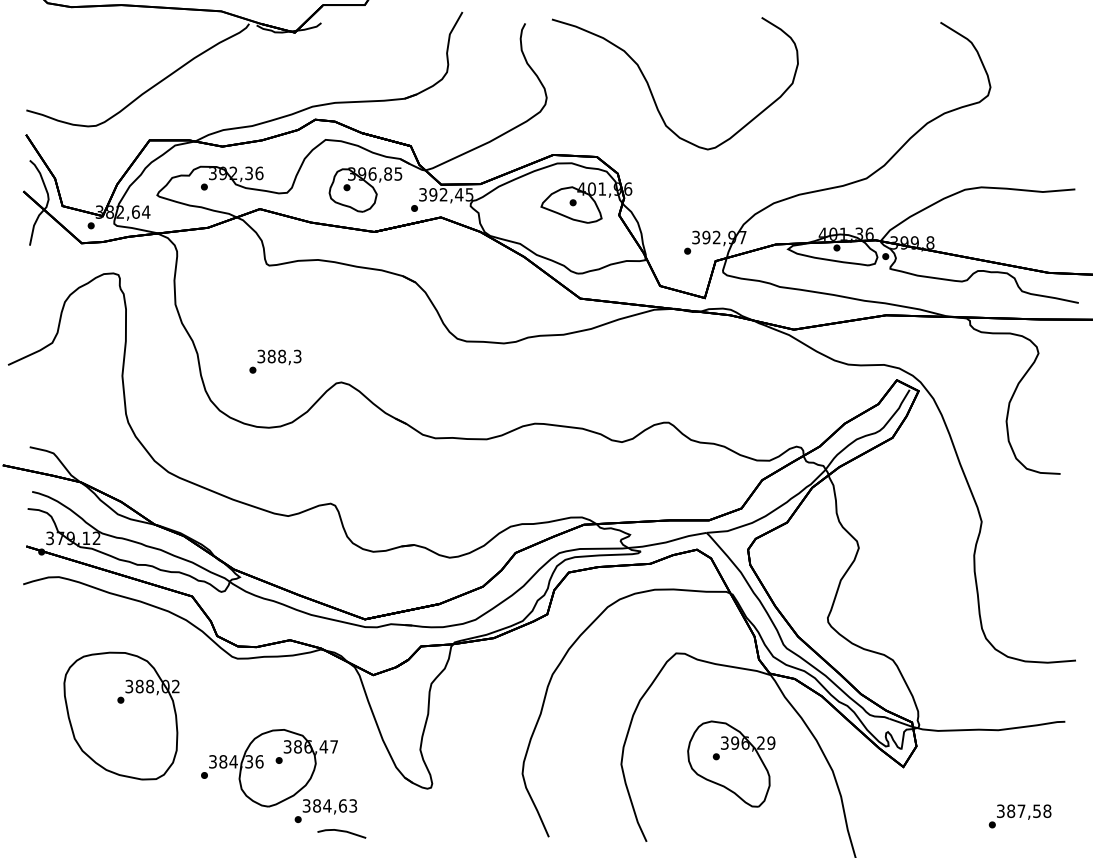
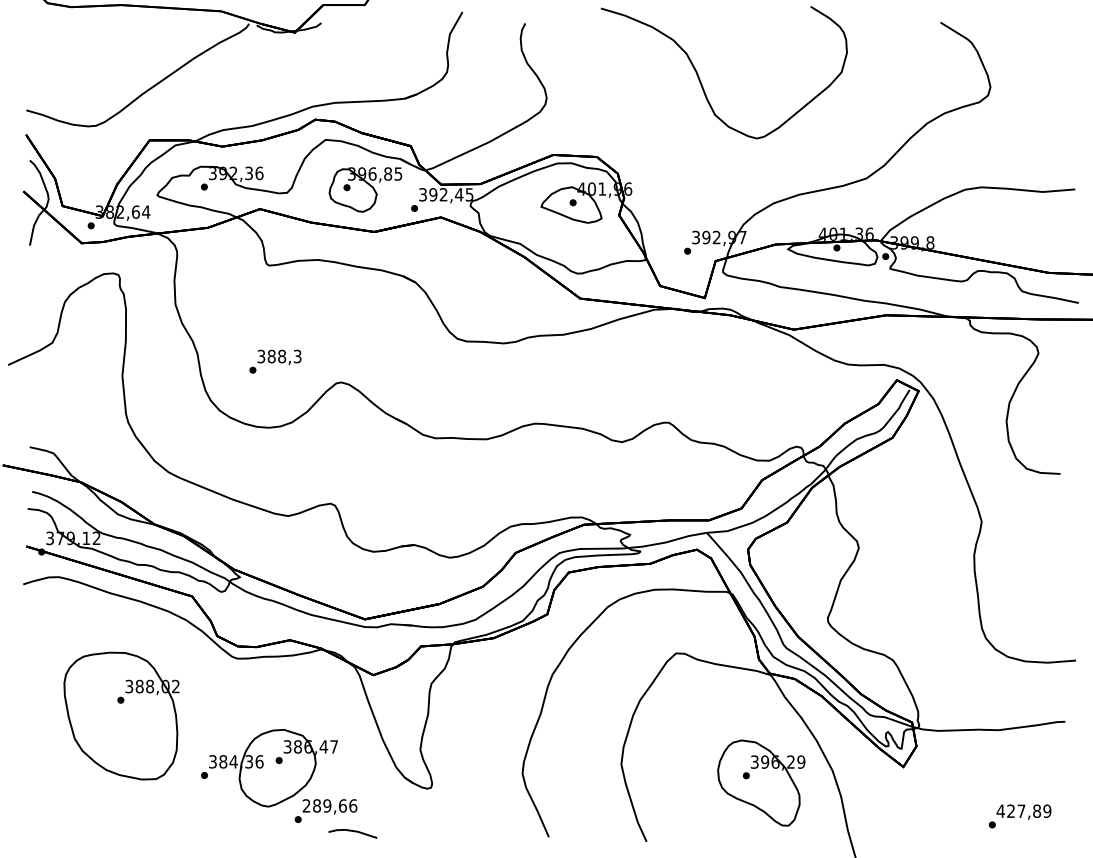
curve at (652, 92) position: (652, 92) -> (701, 81)
part at (731, 763) position: (731, 763) -> (761, 782)
text at (329, 805): 384,63 -> 289,66
text at (1023, 811): 387,58 -> 427,89
line at (341, 831) position: (341, 831) -> (352, 831)
